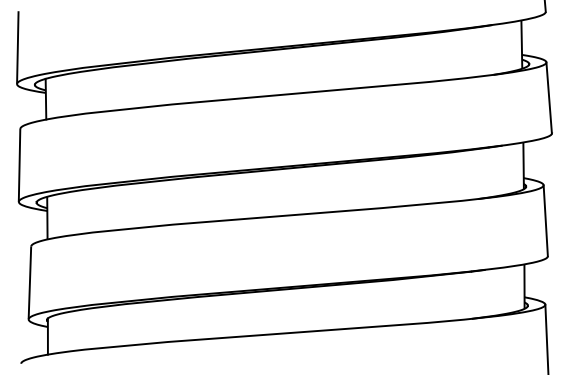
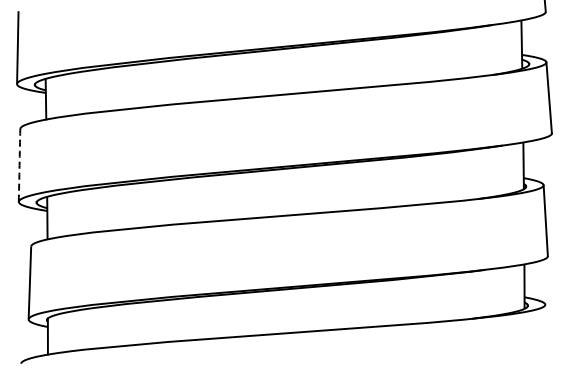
arc at (19, 165): solid -> dashed
line at (546, 337): present -> none
